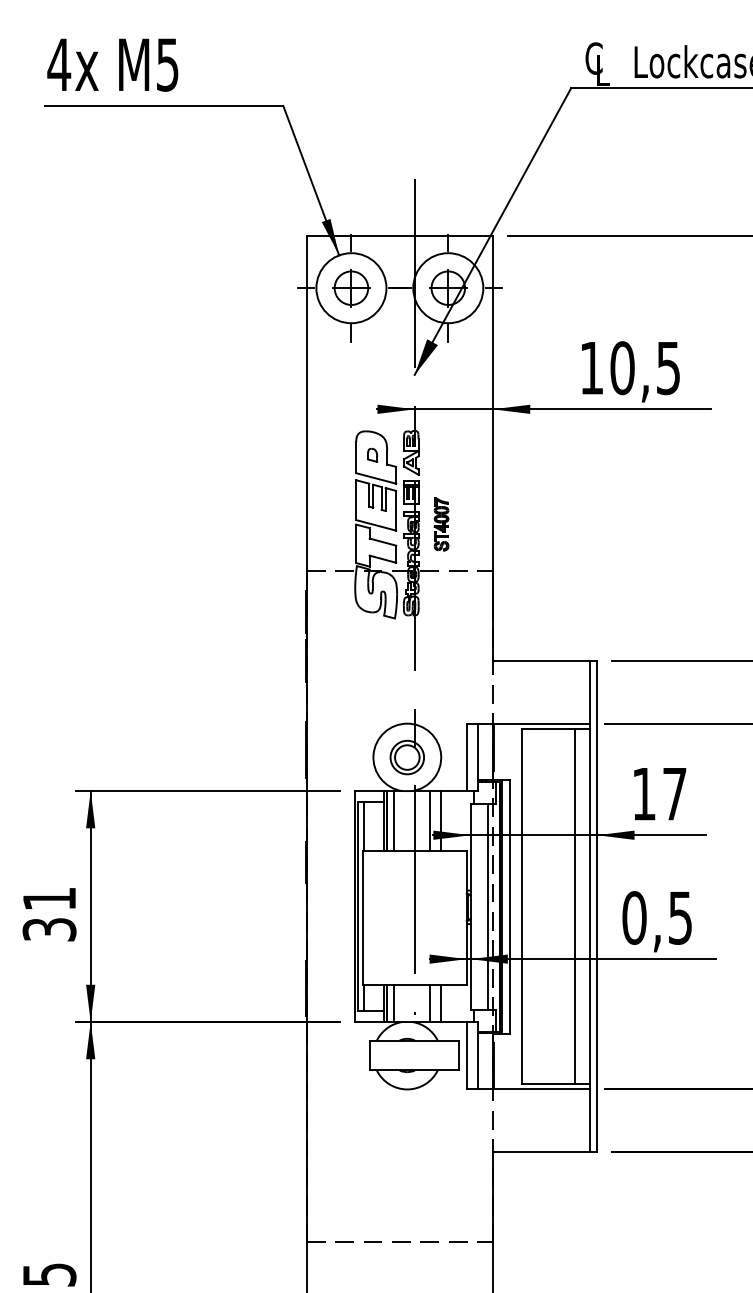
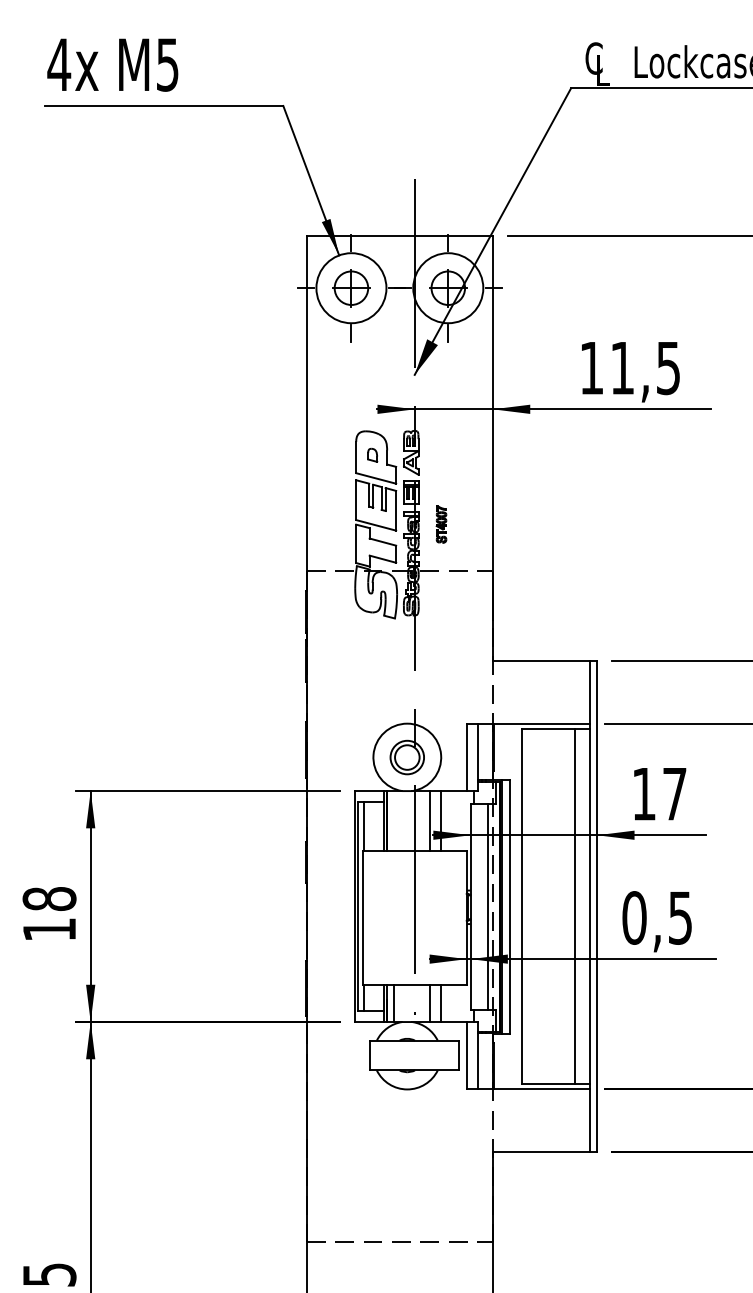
text at (622, 368): 10,5 -> 11,5
part at (441, 524) size: 17x55 px -> 13x39 px
line at (394, 820): present -> none
text at (49, 914): 31 -> 18
